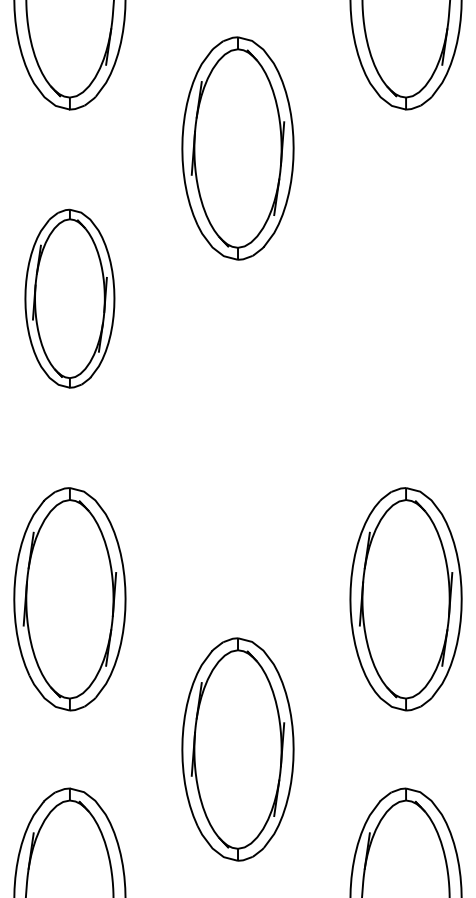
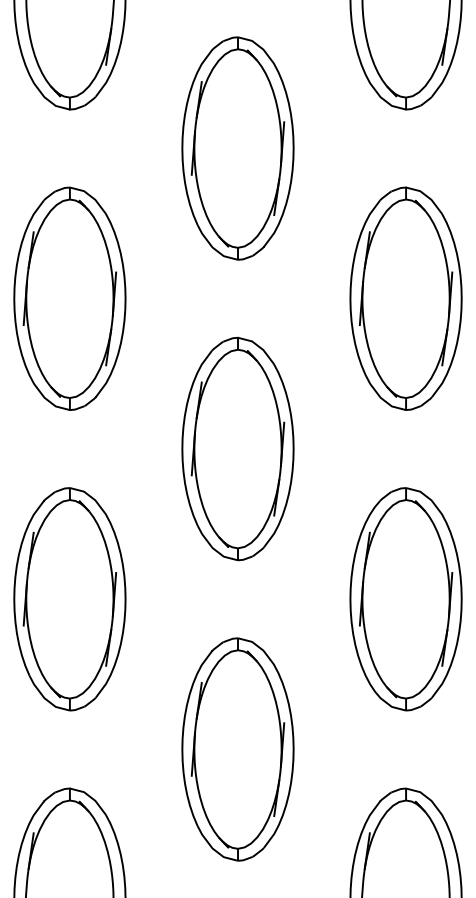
part at (69, 298) size: 92x181 px -> 114x225 px
part at (405, 298): none -> present
part at (237, 448): none -> present
